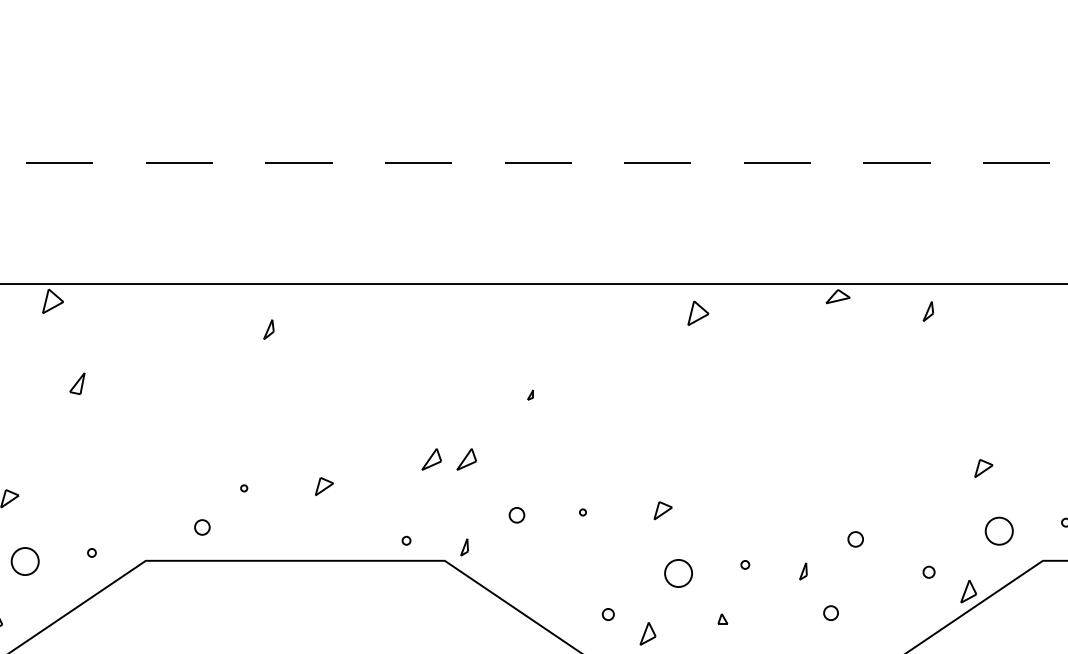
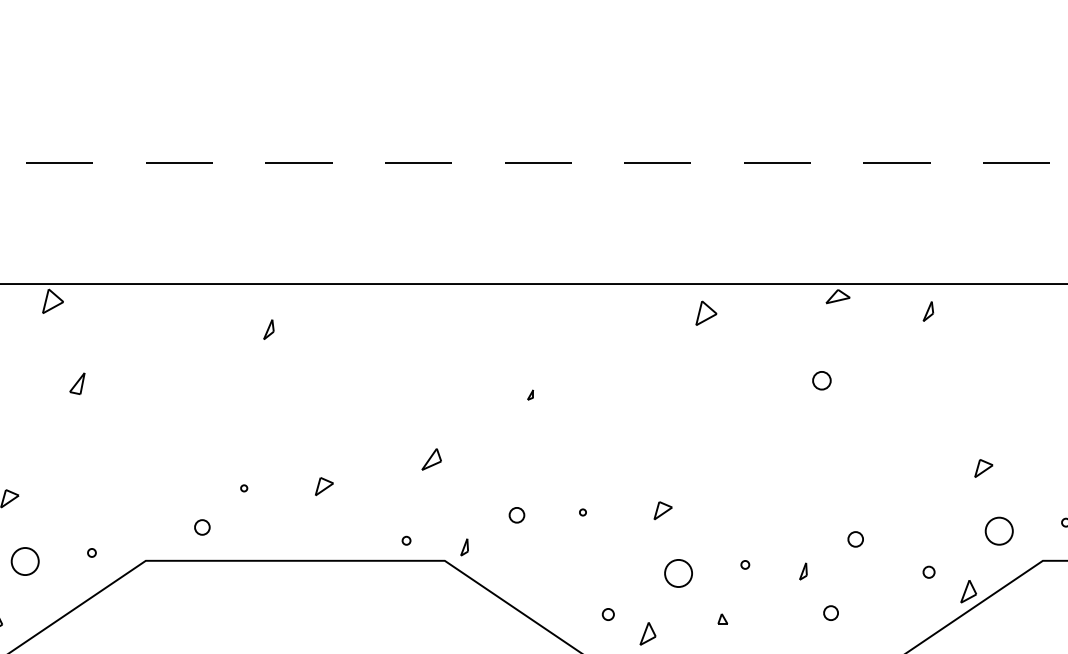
part at (698, 312) position: (698, 312) -> (706, 312)
part at (821, 380): none -> present
part at (466, 459): present -> none
